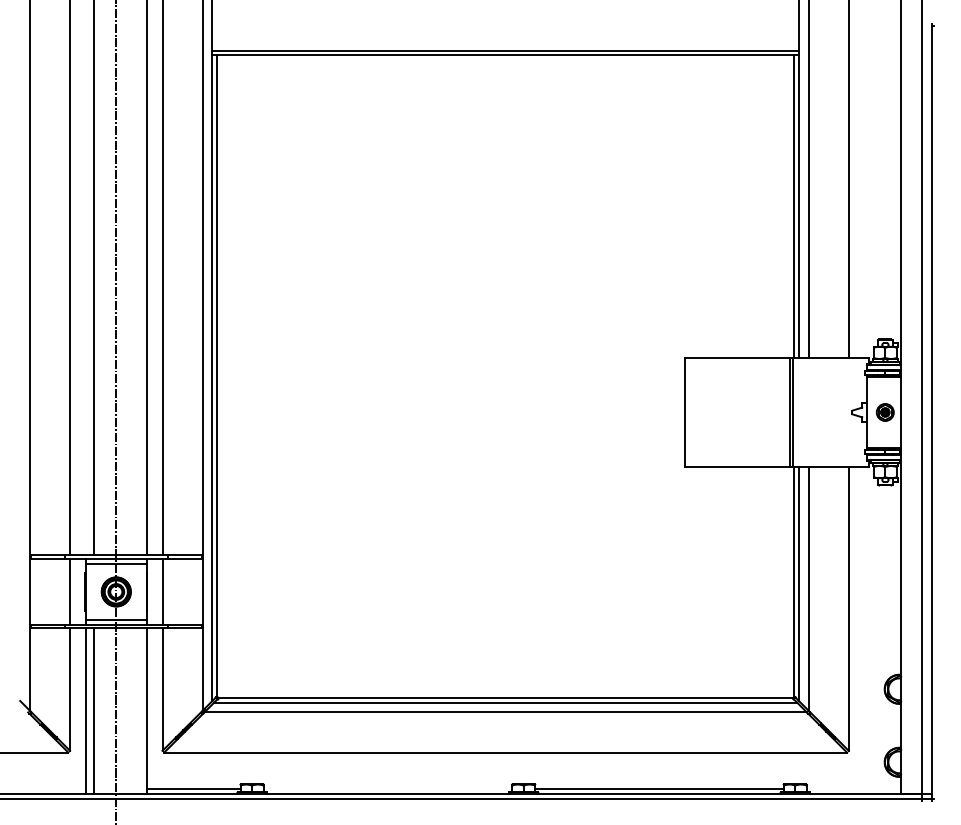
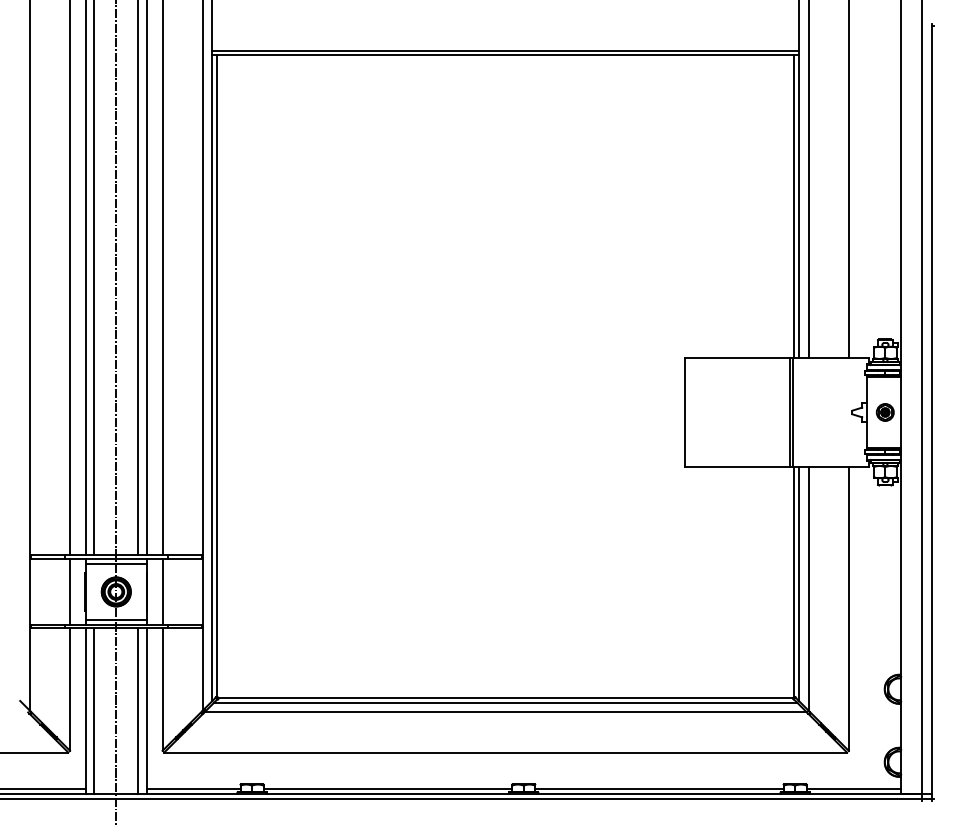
line at (85, 278): none -> present
line at (138, 278): none -> present
line at (138, 710): none -> present
line at (43, 789): none -> present
line at (387, 789): none -> present
line at (853, 789): none -> present
